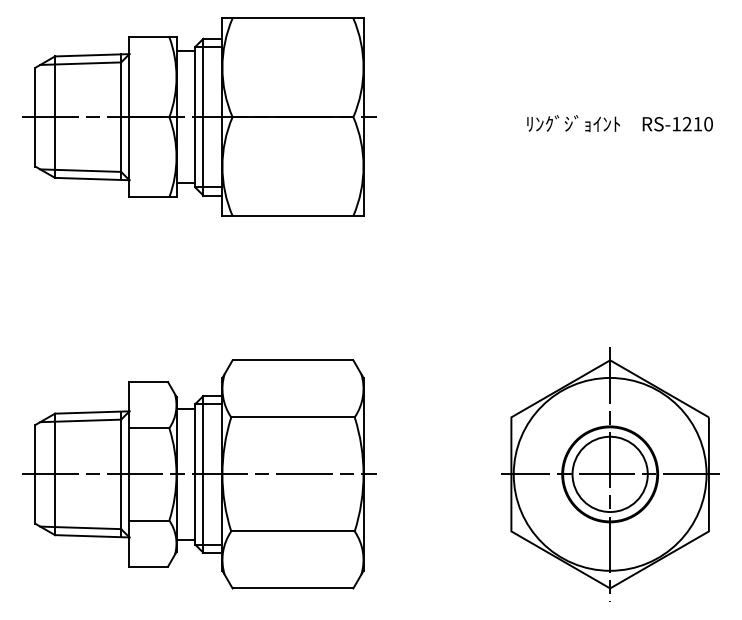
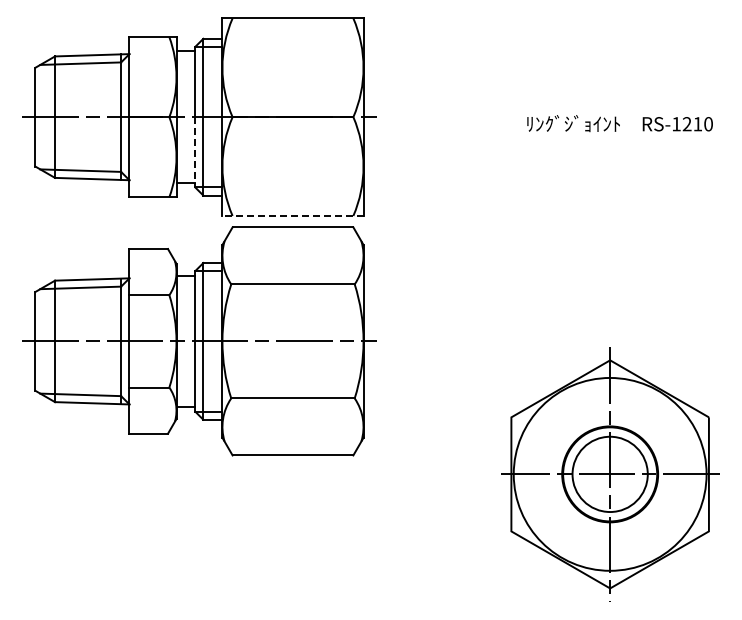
line at (195, 152): solid -> dashed
line at (292, 215): solid -> dashed
part at (199, 474) position: (199, 474) -> (199, 341)
